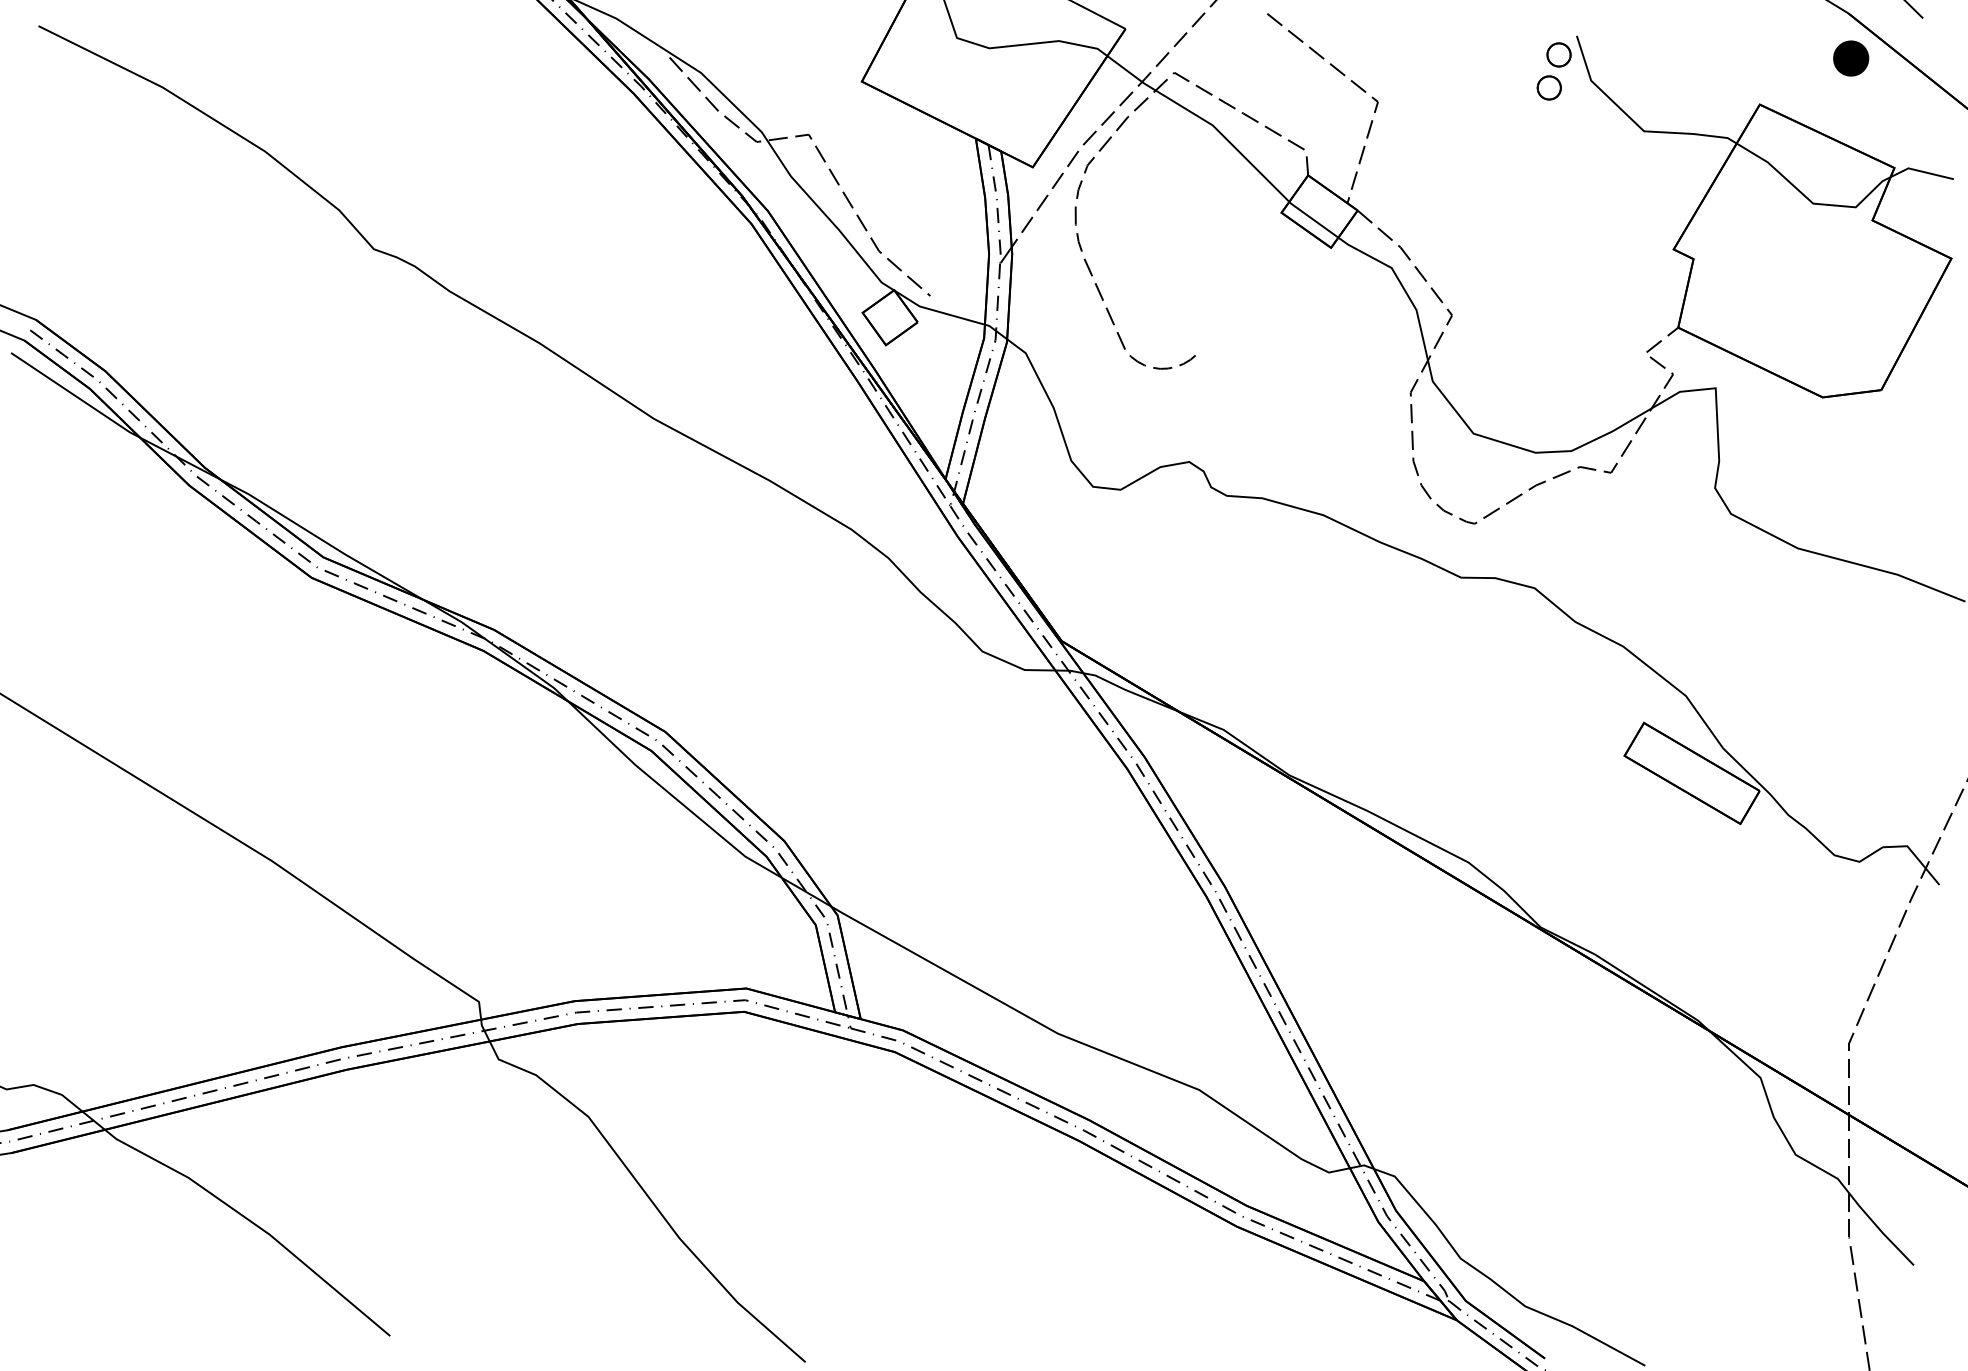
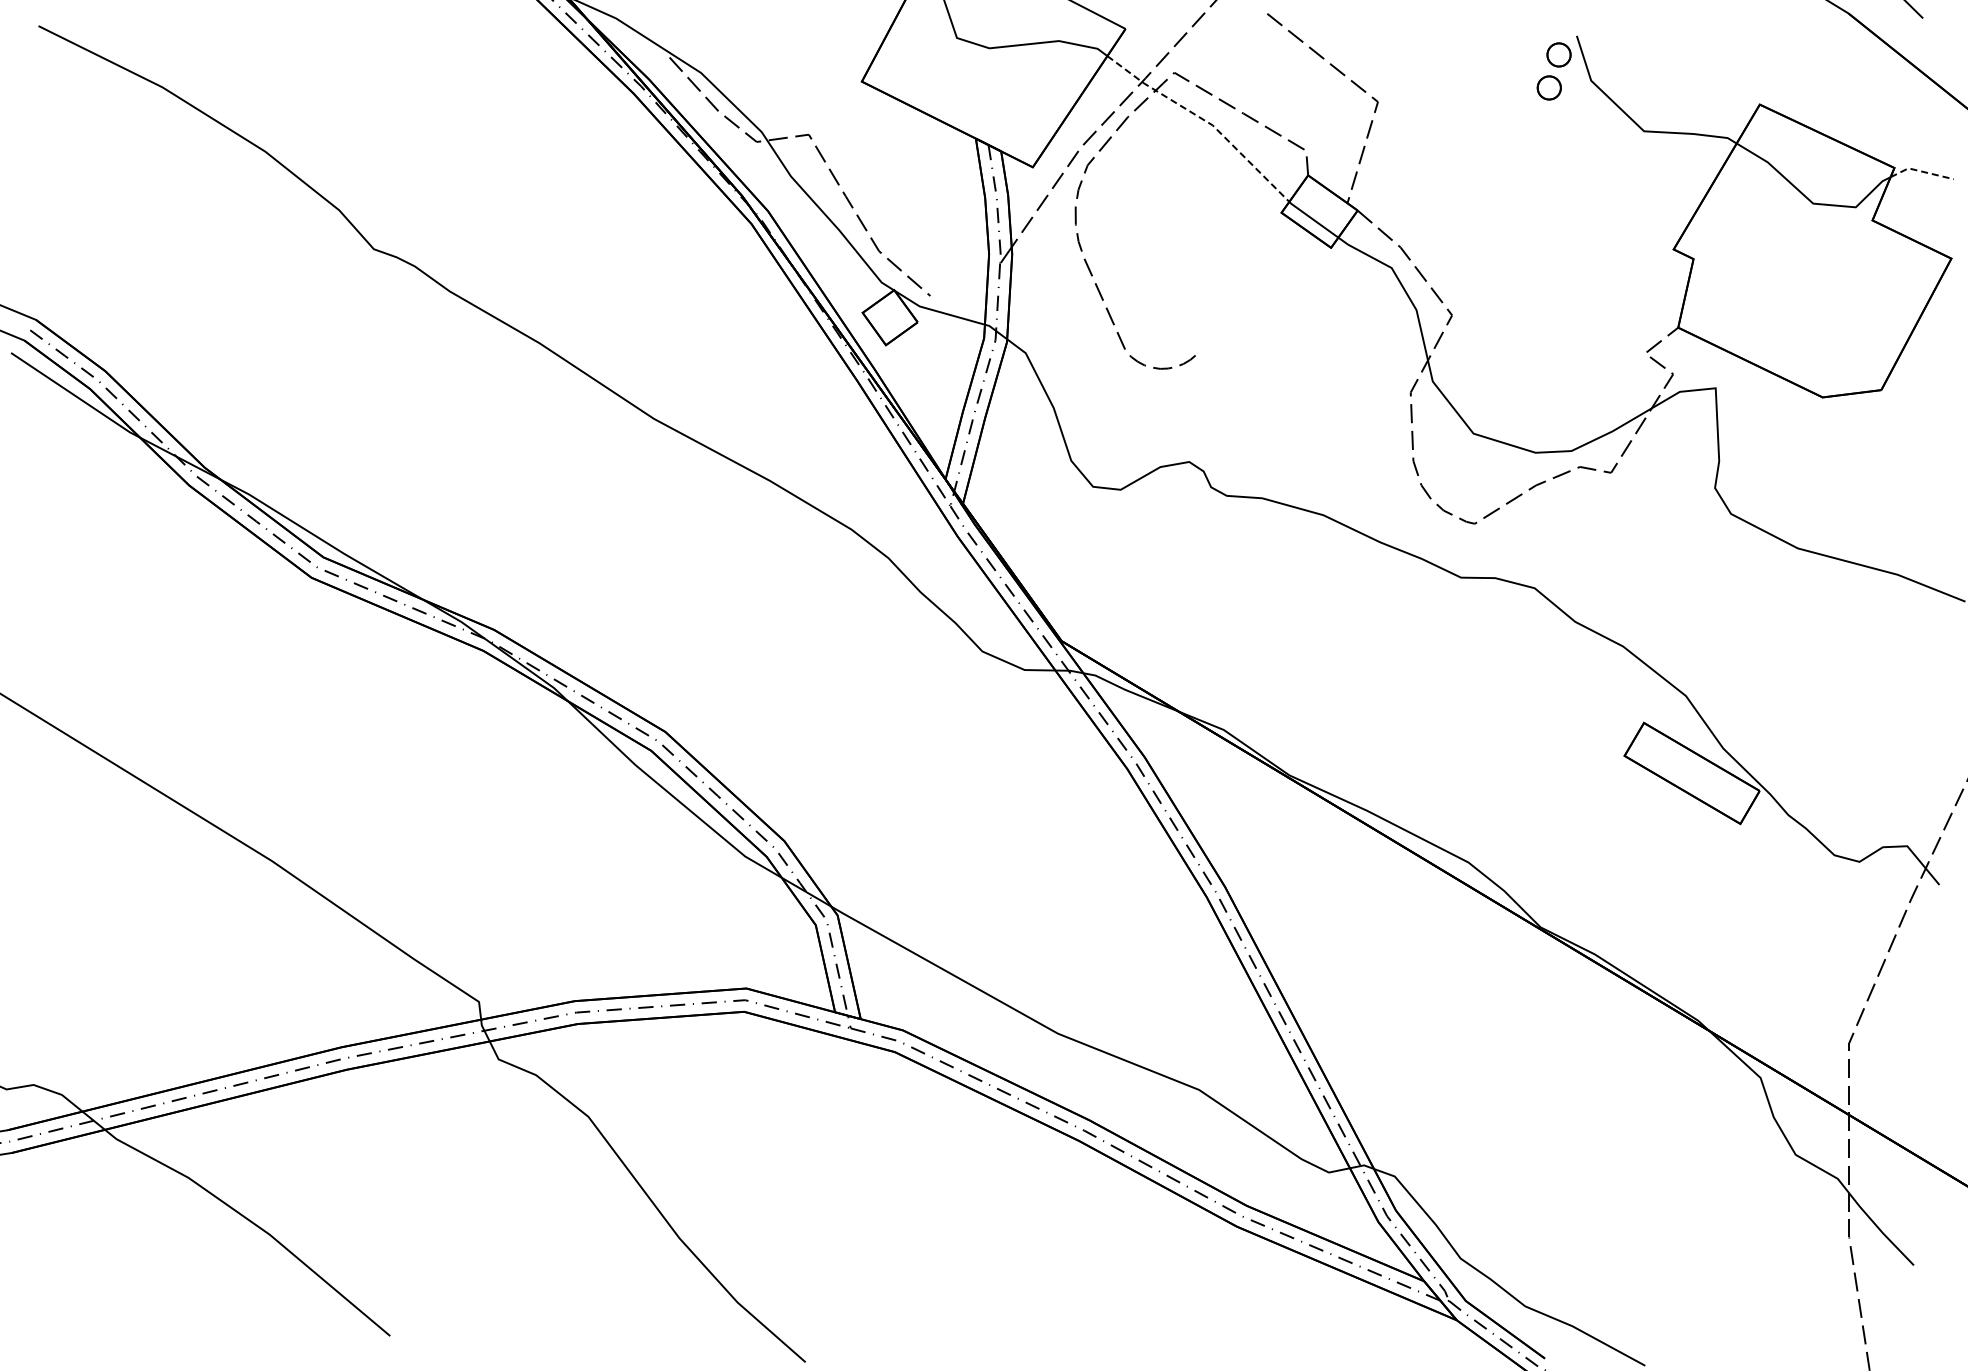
part at (1851, 58): present -> none
line at (1205, 120): solid -> dashed
line at (1921, 171): solid -> dashed
